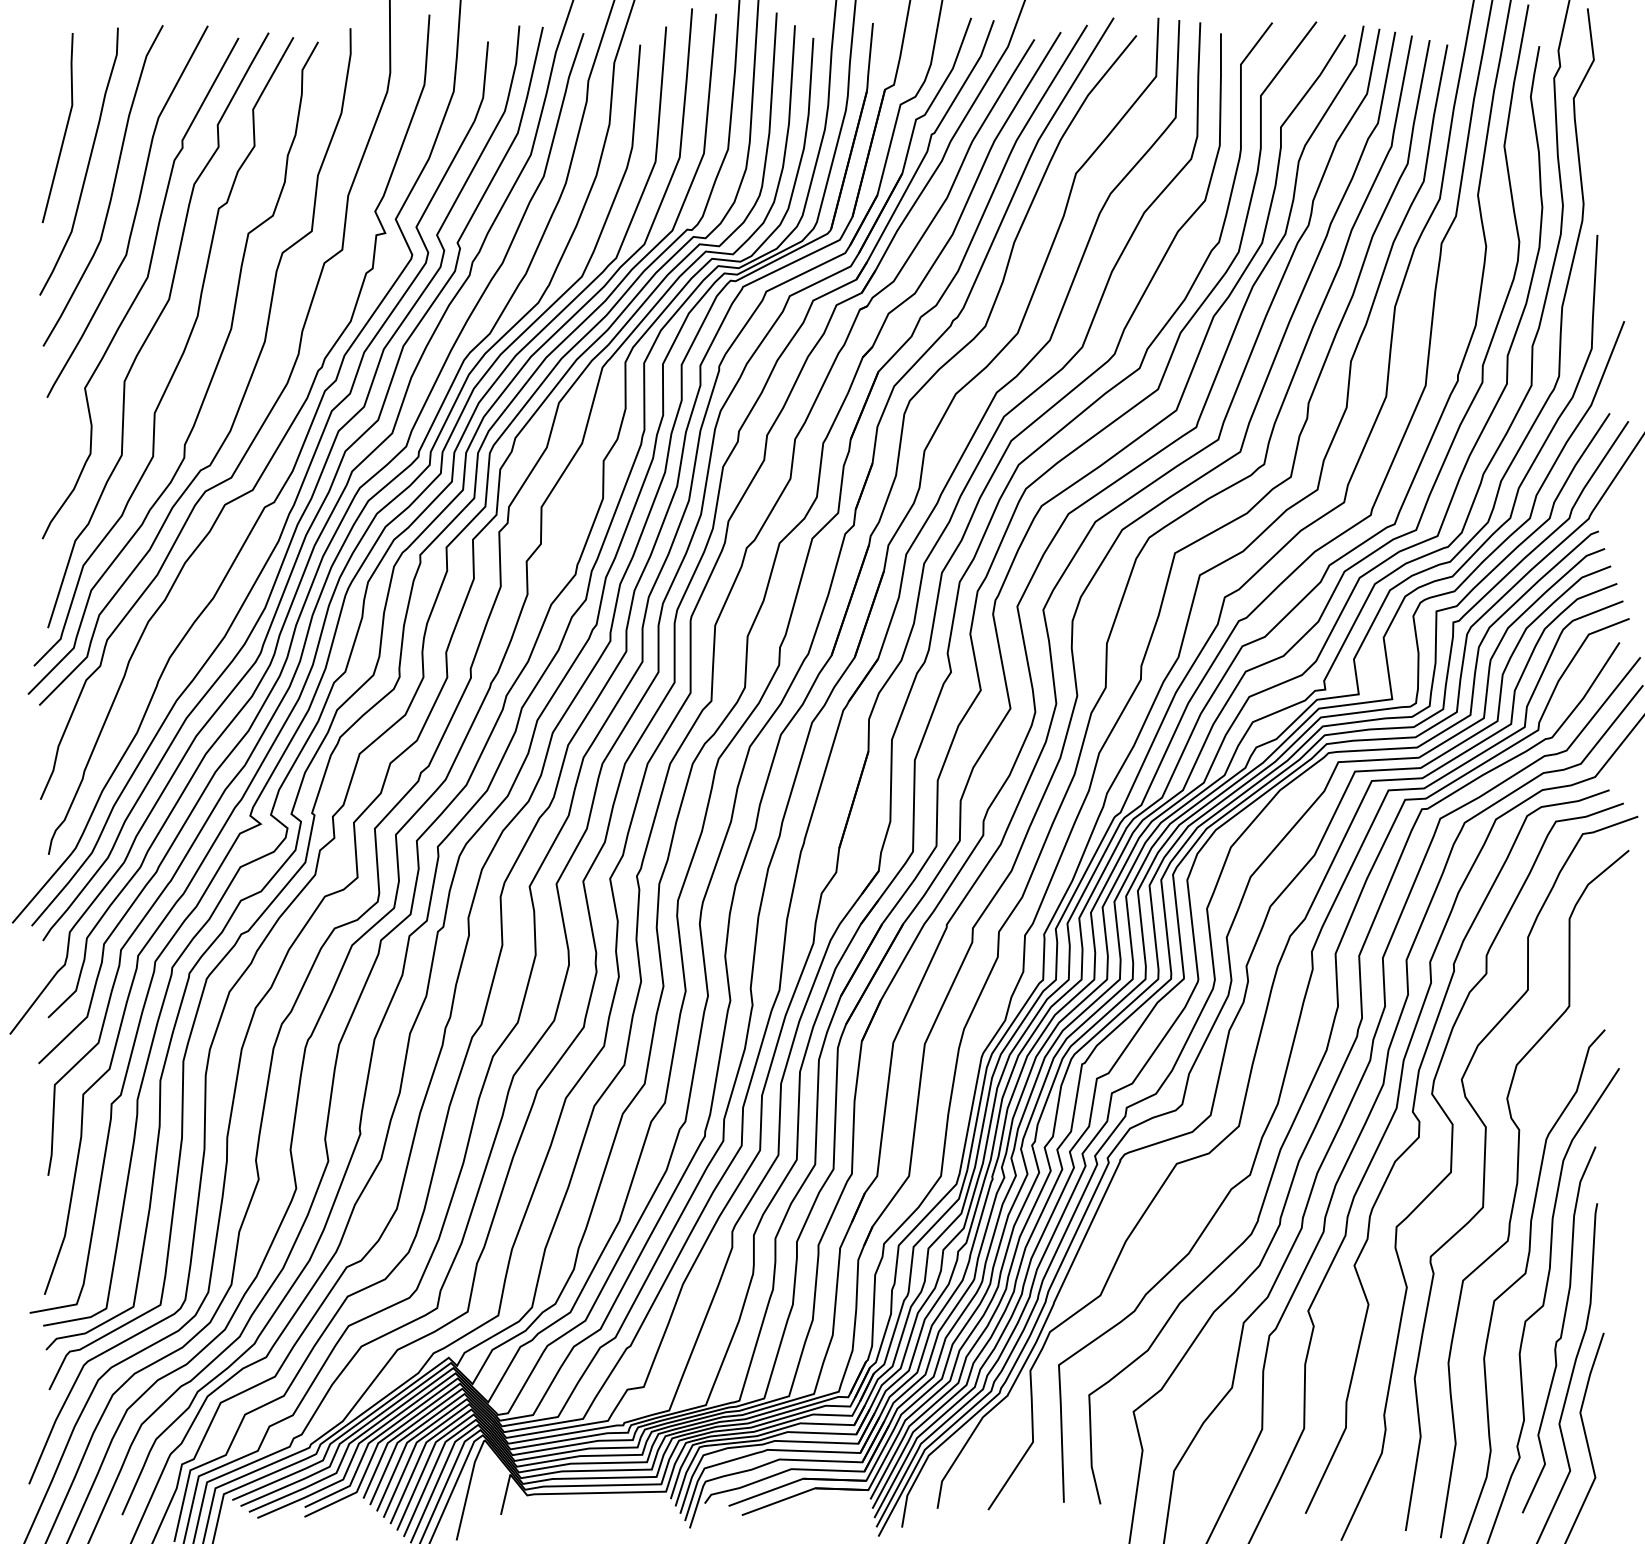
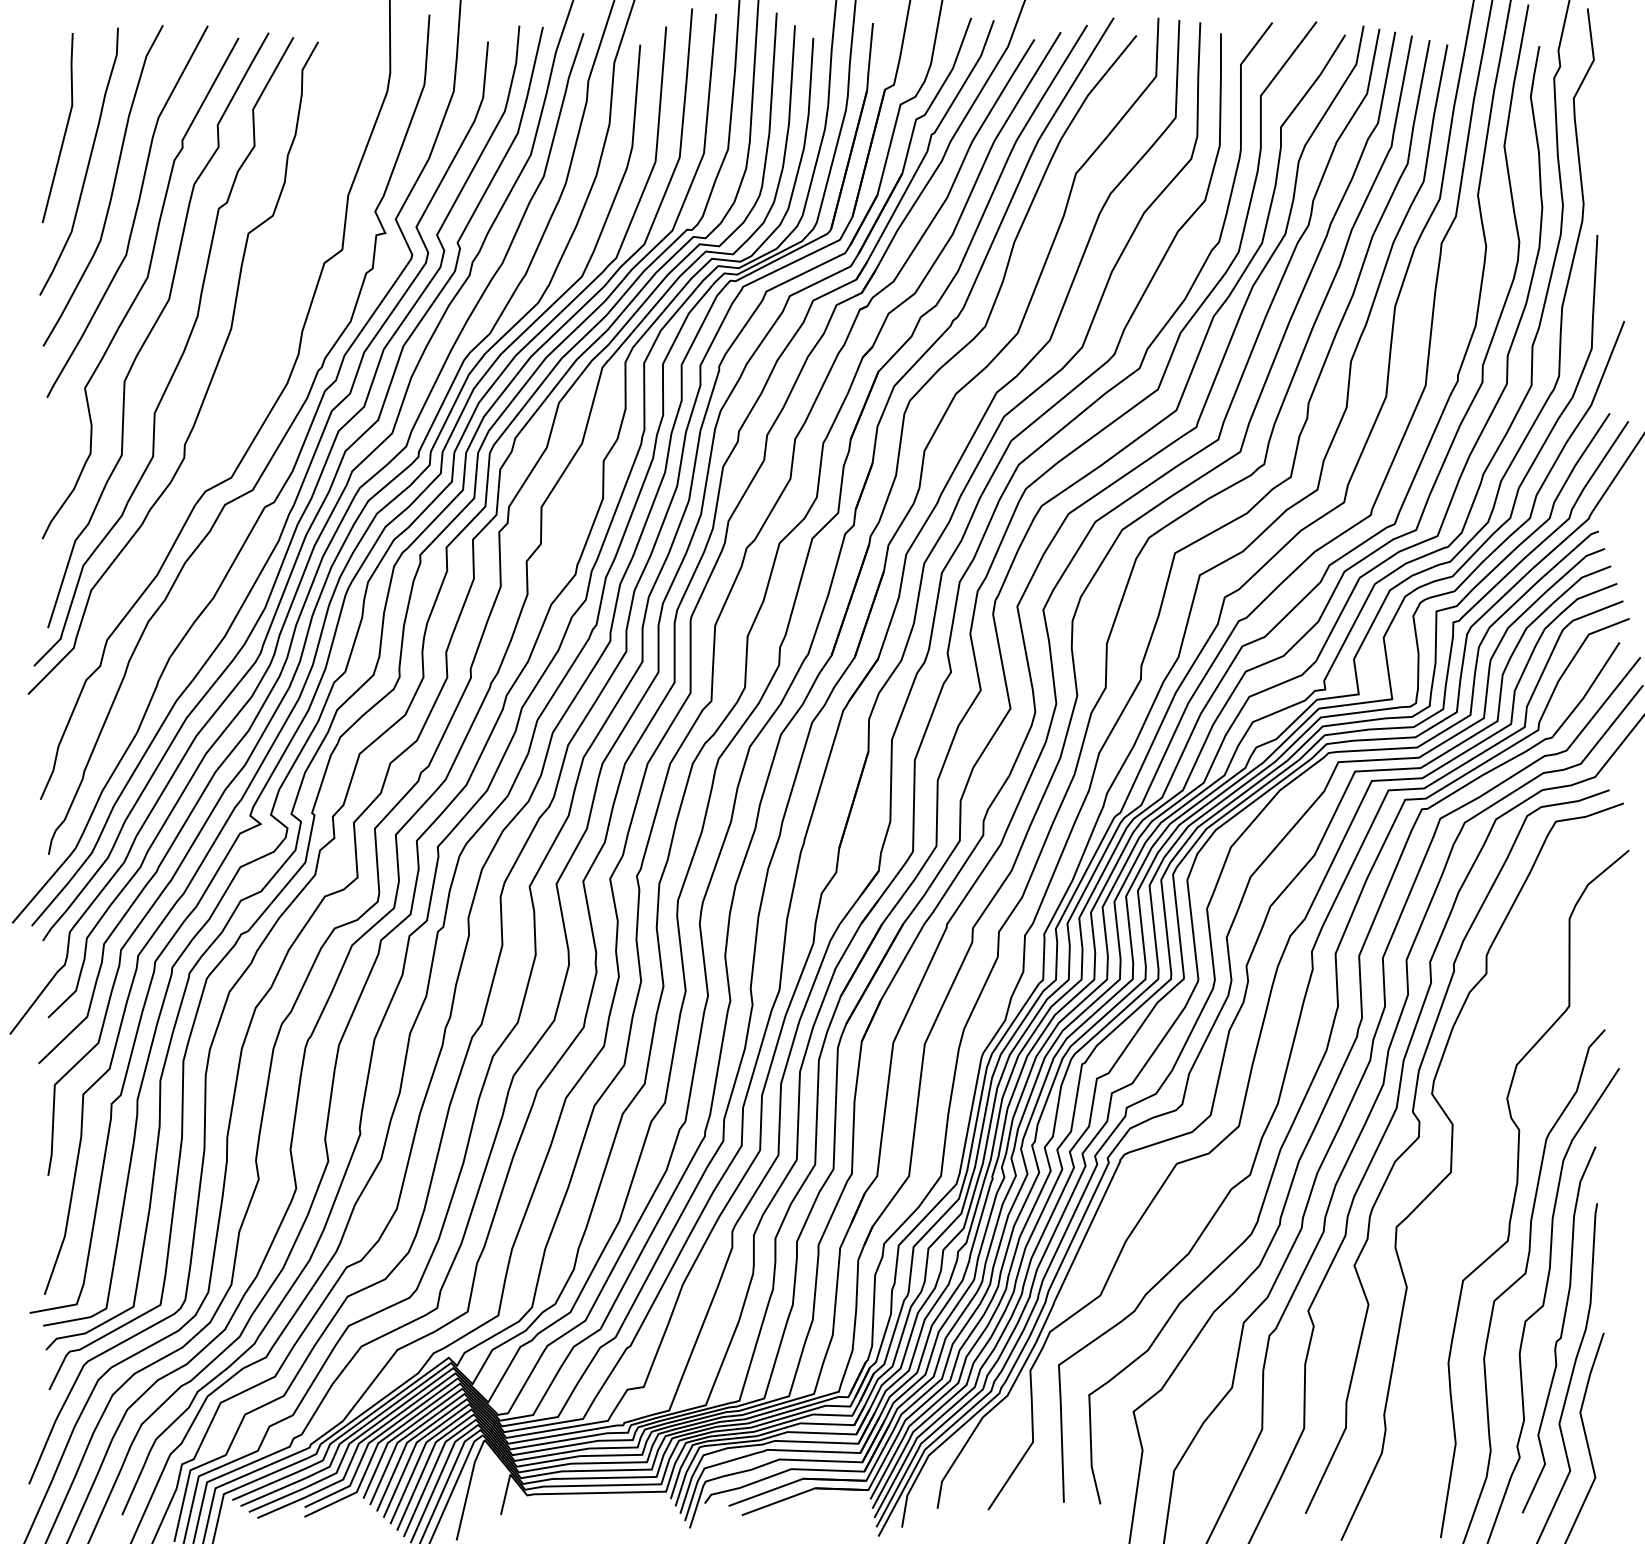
curve at (245, 388): present -> none
curve at (1485, 1172): present -> none
